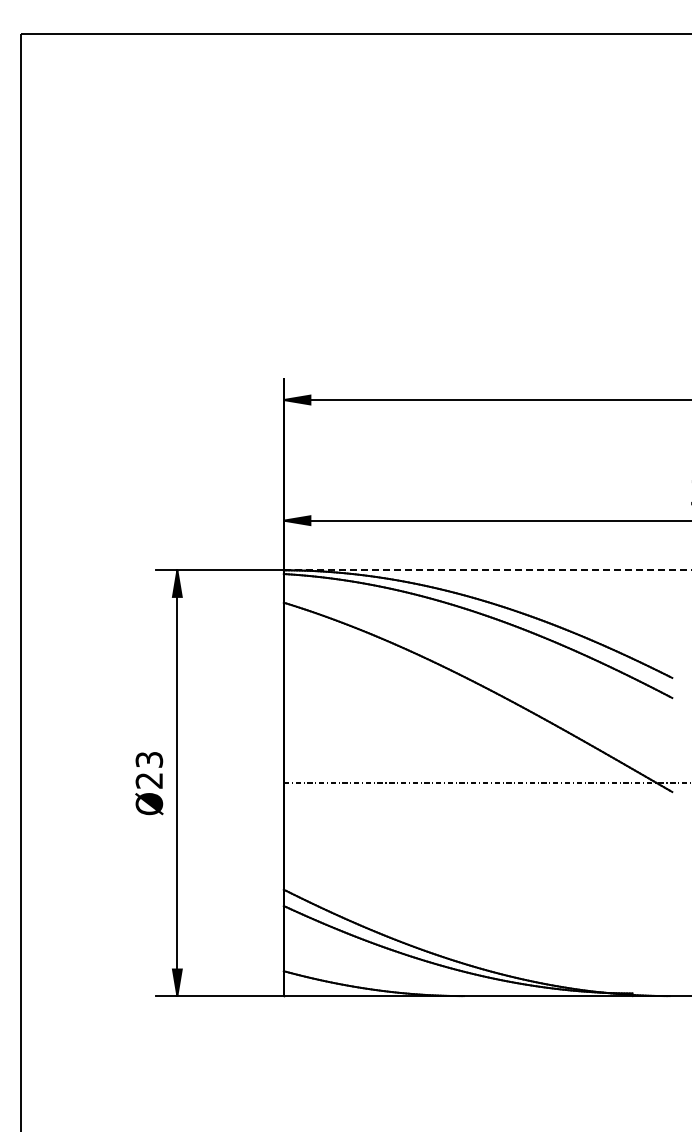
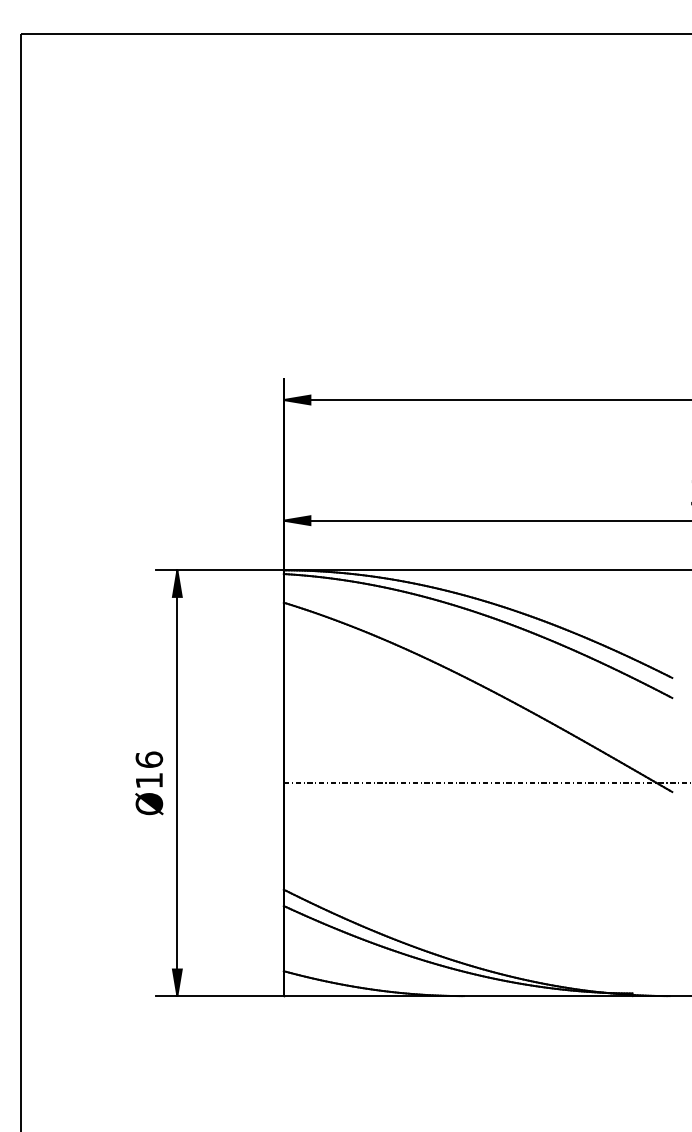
line at (487, 570): dashed -> solid
text at (149, 769): Ø23 -> Ø16
